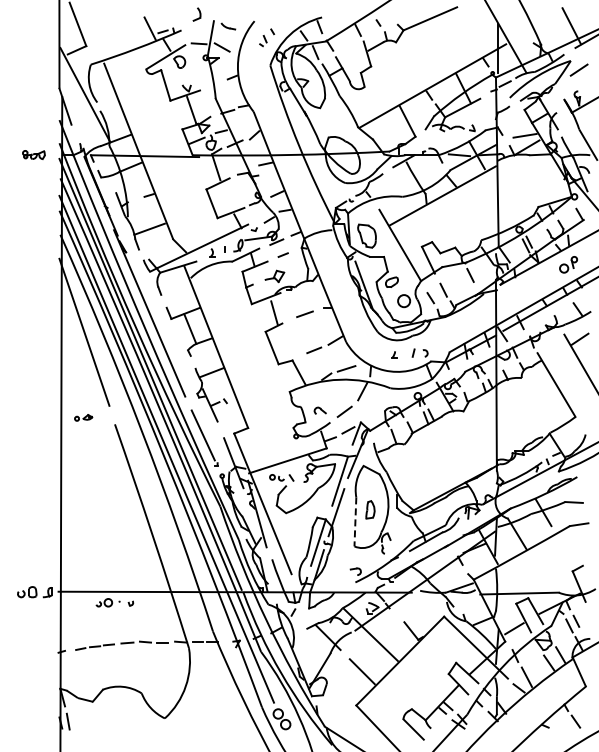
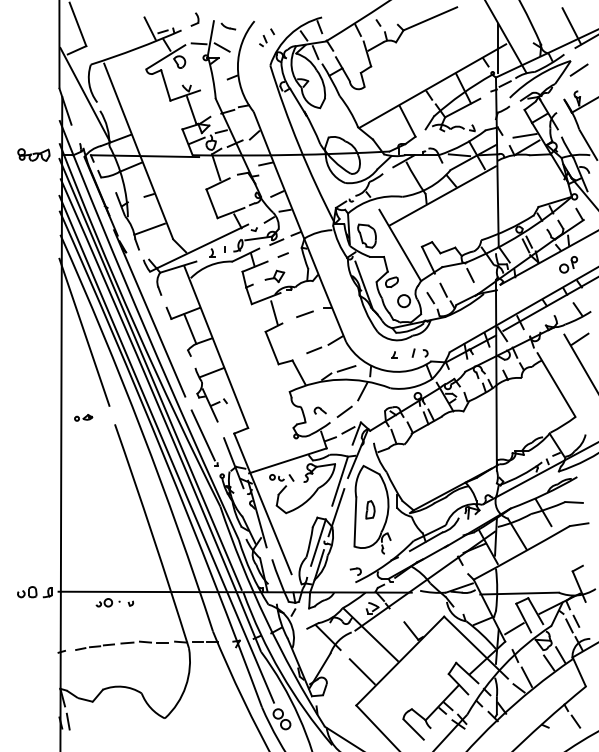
part at (196, 14) position: (196, 14) -> (194, 19)
part at (33, 154) size: 24x10 px -> 34x14 px
line at (355, 521): dashed -> solid
